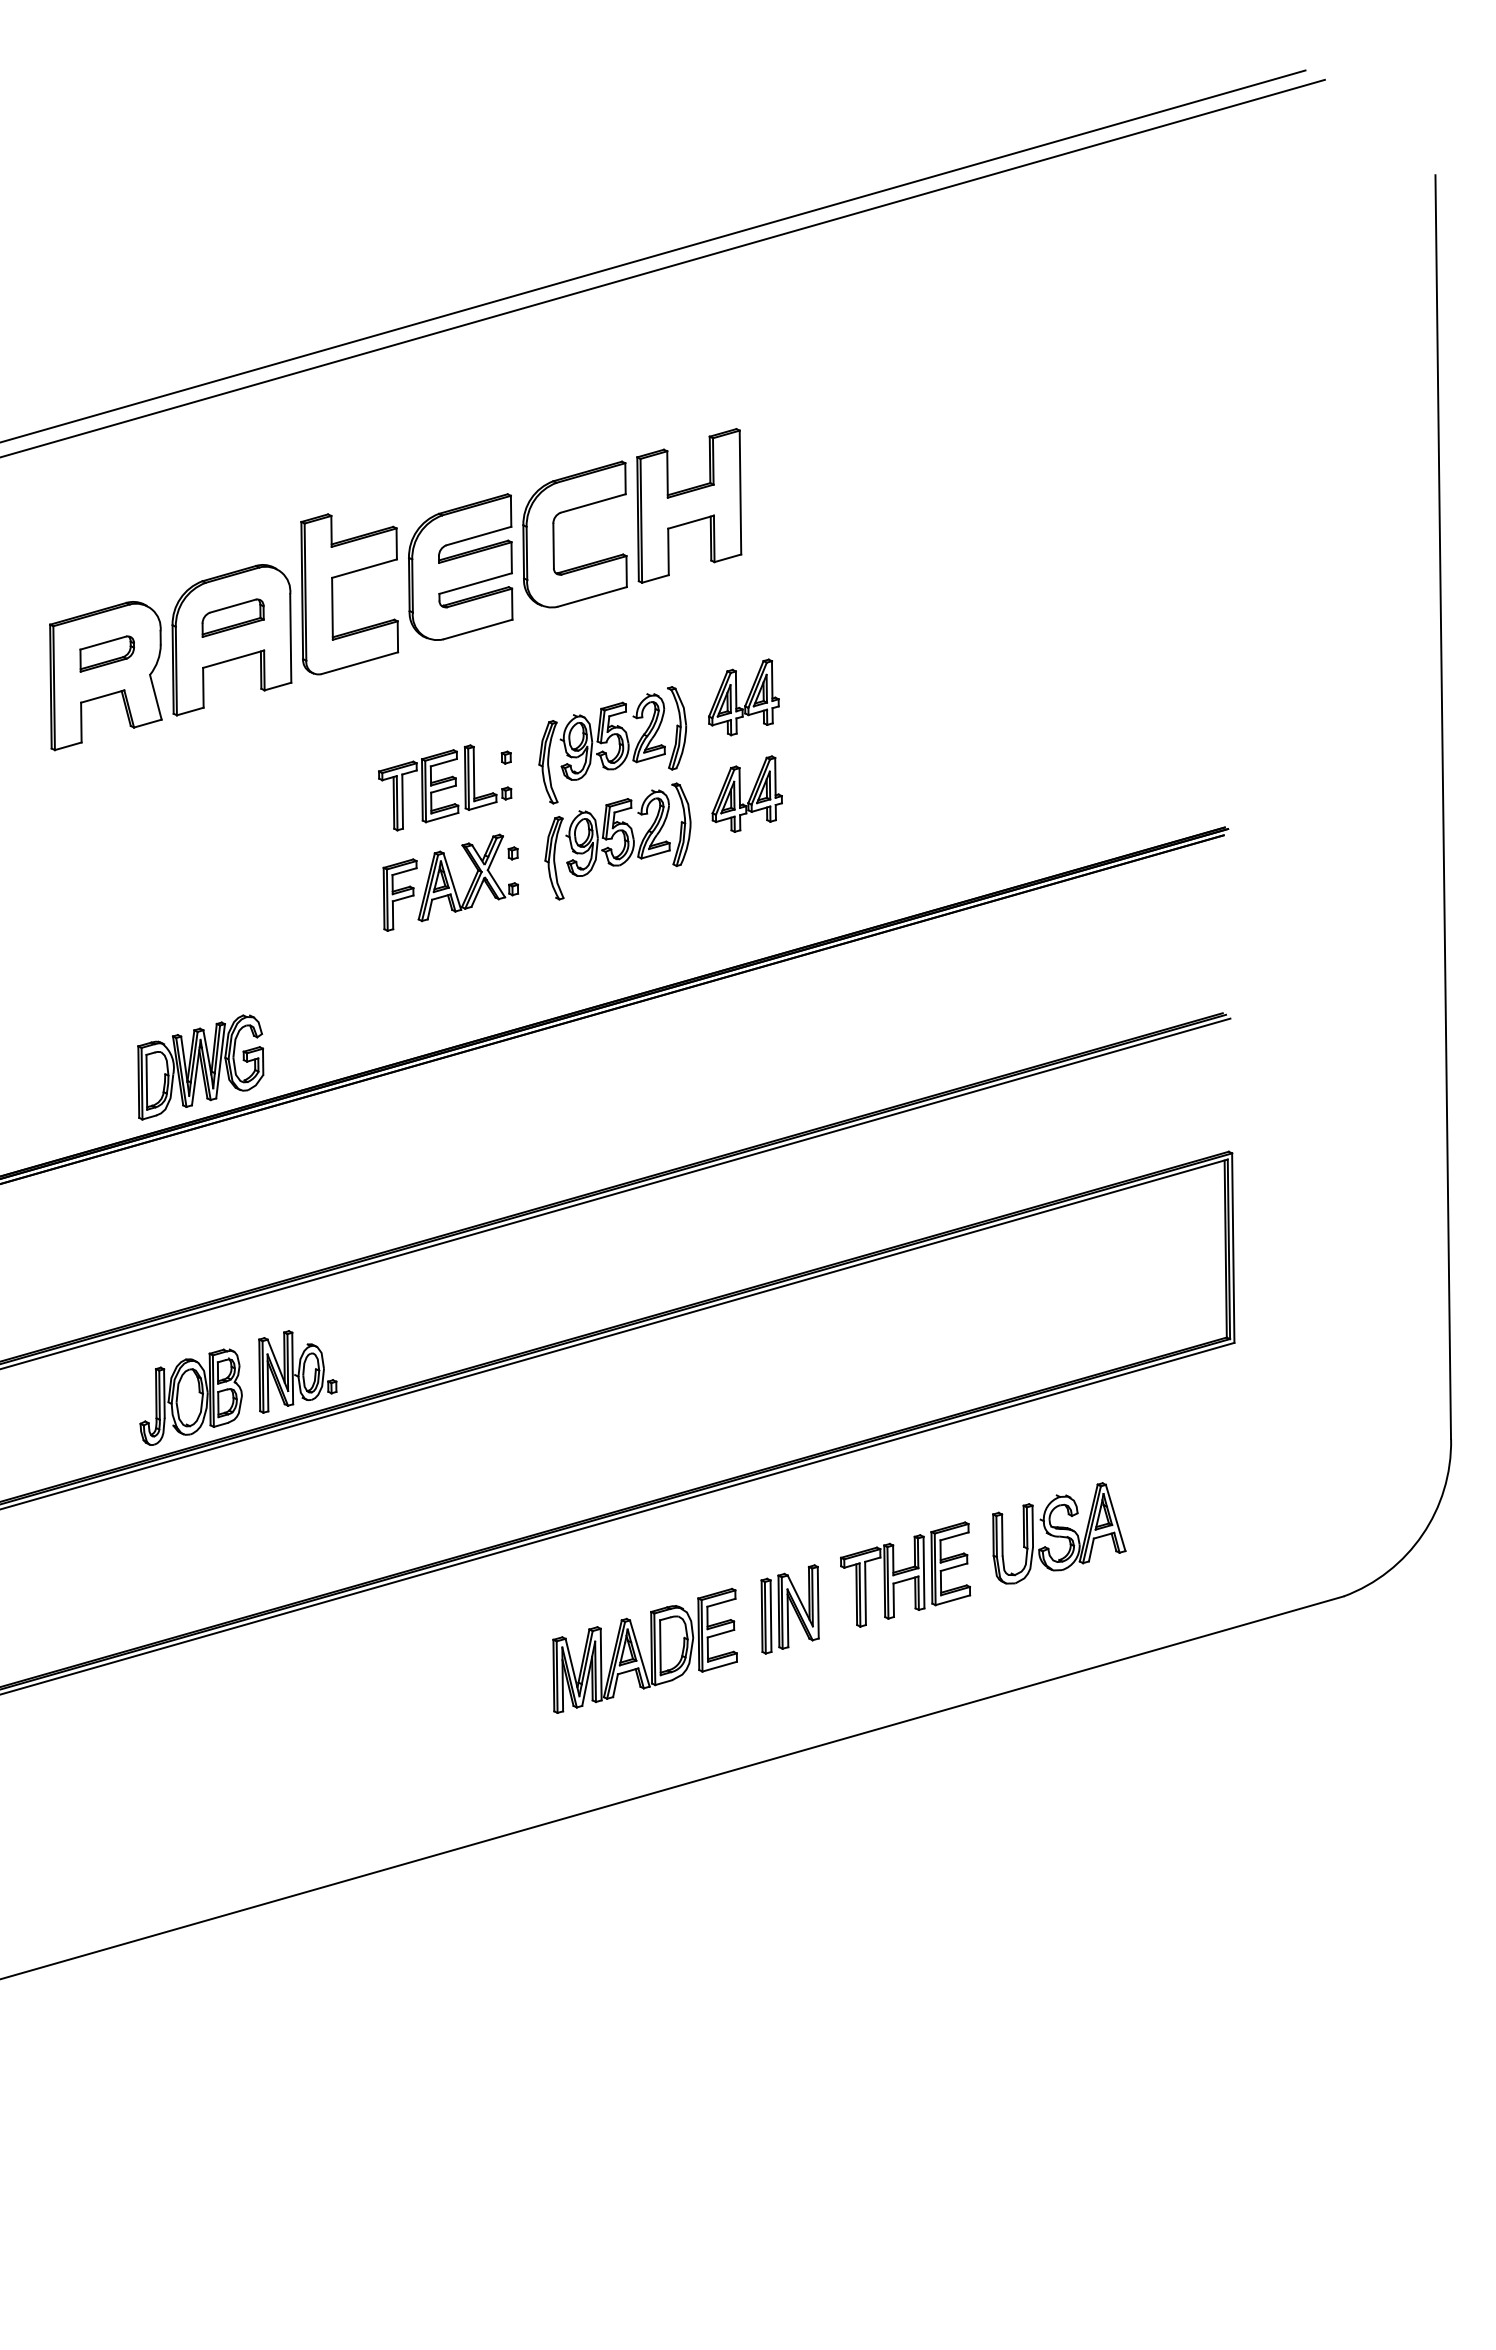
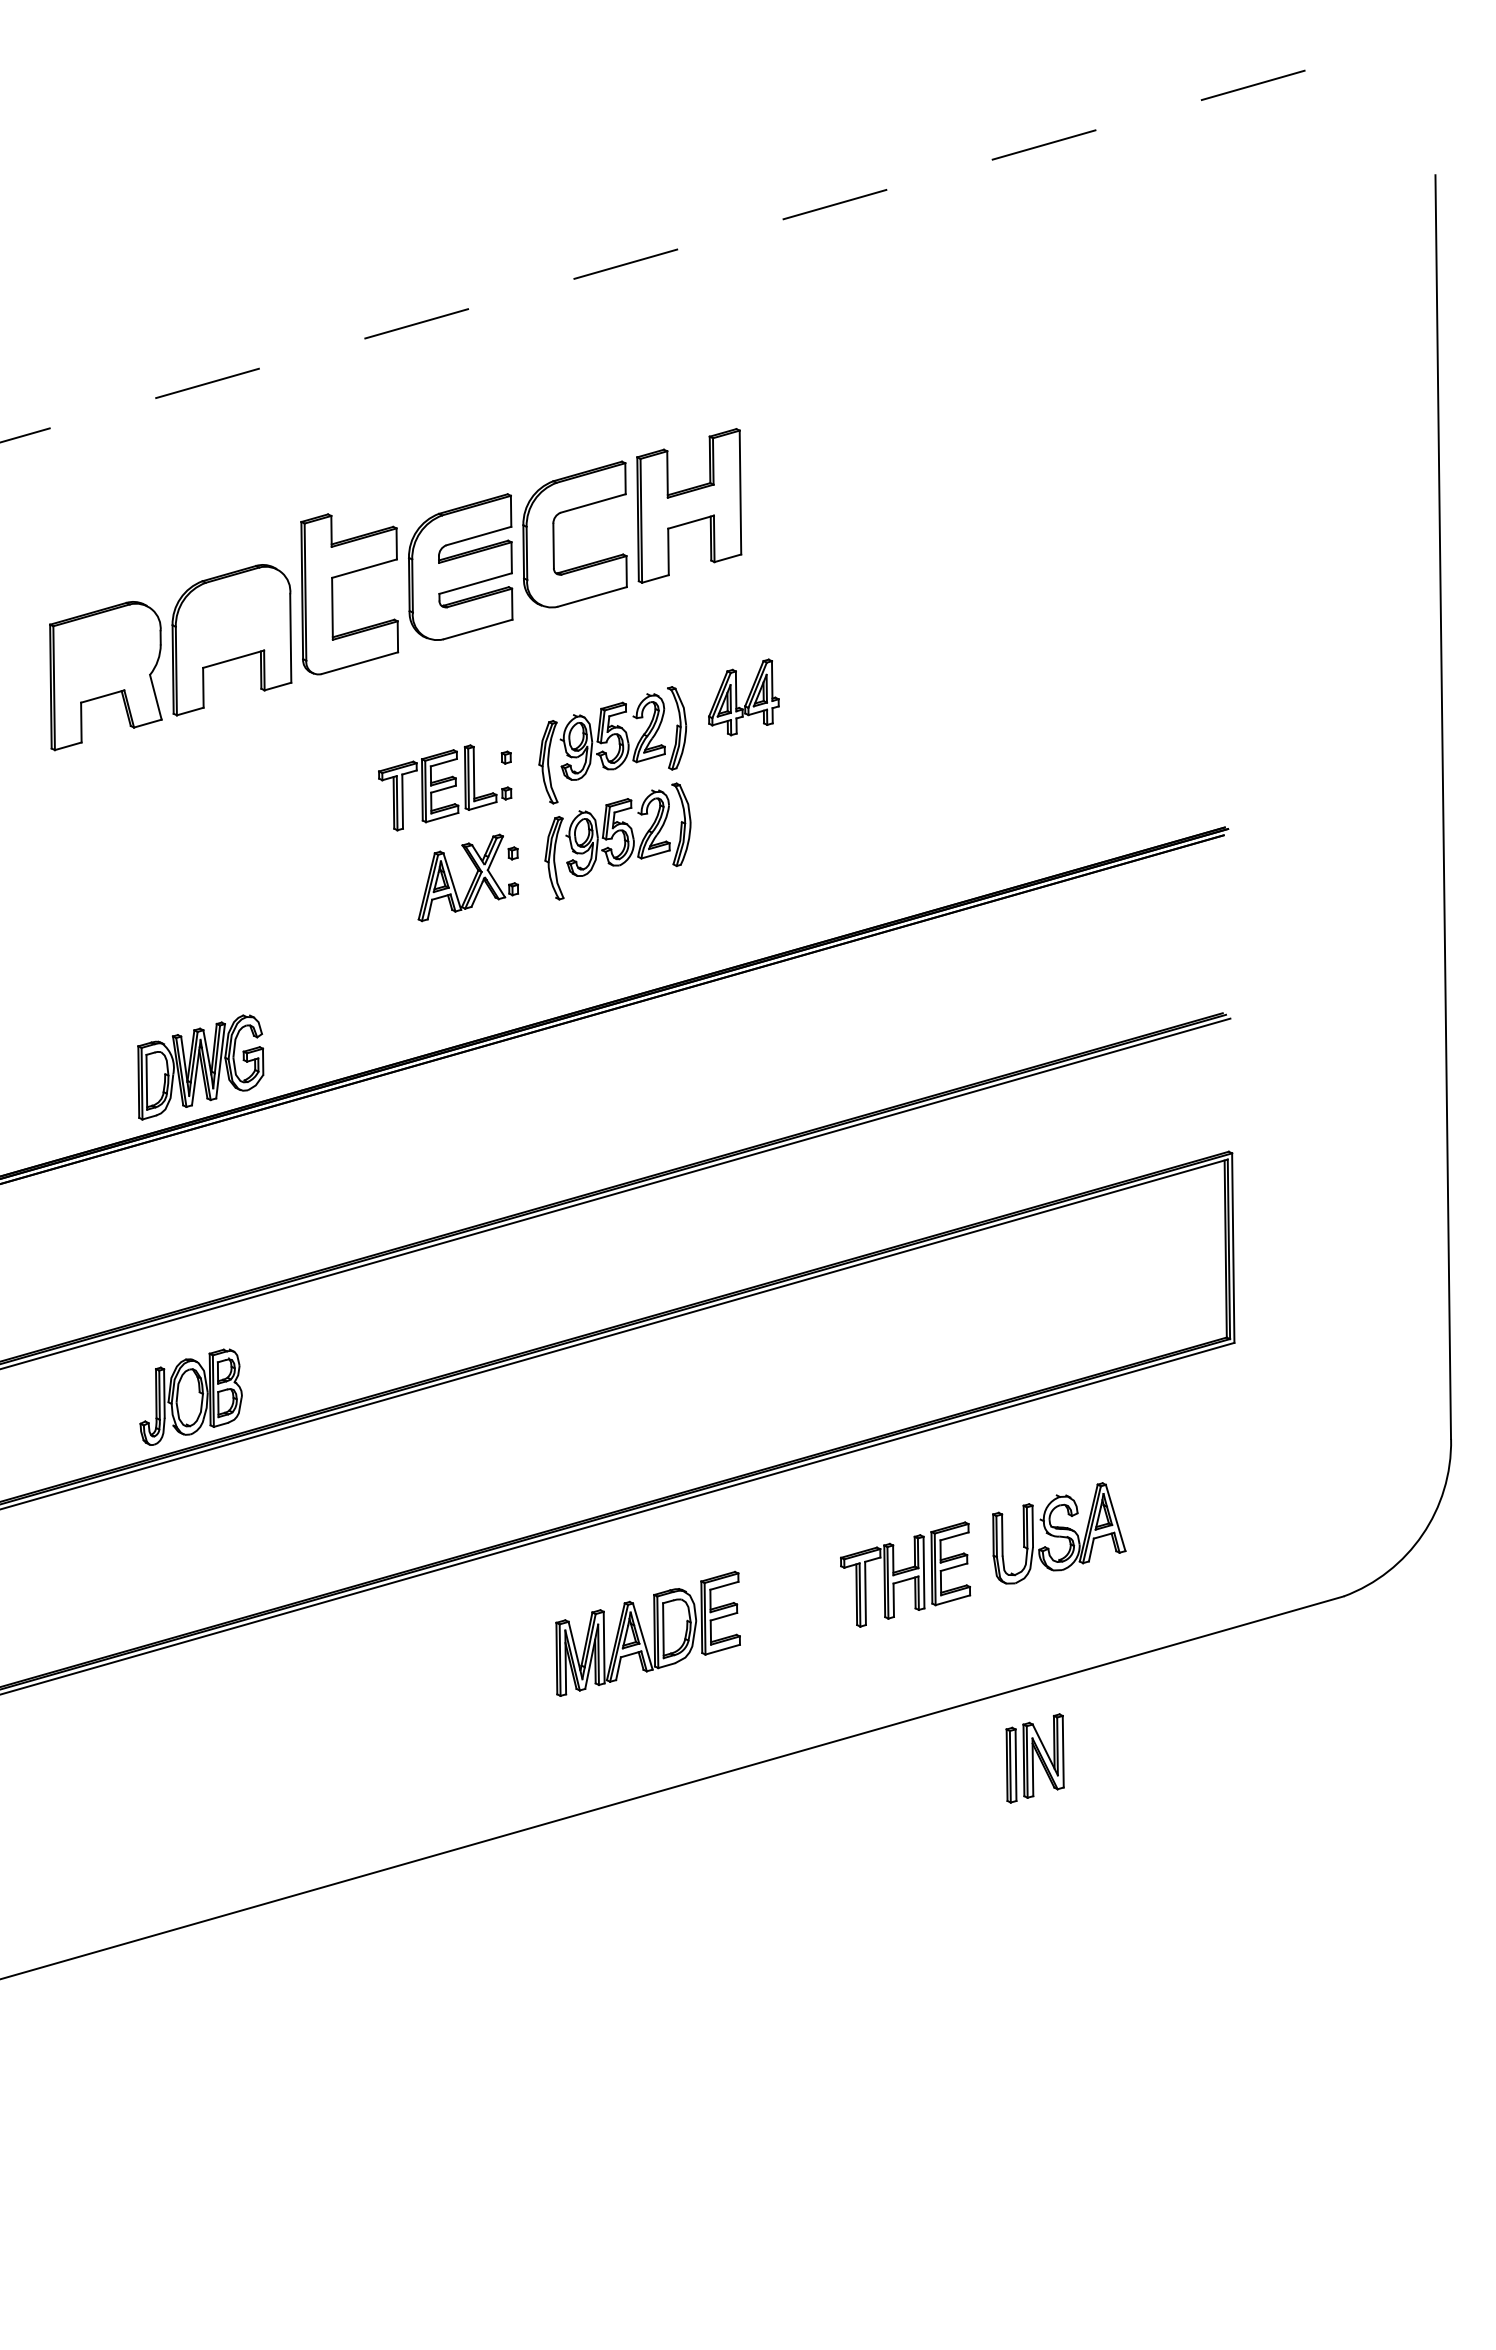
line at (652, 256): solid -> dashed
line at (663, 267): present -> none
part at (232, 617): present -> none
part at (106, 653): present -> none
part at (746, 793): present -> none
part at (399, 894): present -> none
part at (297, 1371): present -> none
part at (789, 1609) position: (789, 1609) -> (1034, 1758)
part at (644, 1650) position: (644, 1650) -> (647, 1633)
